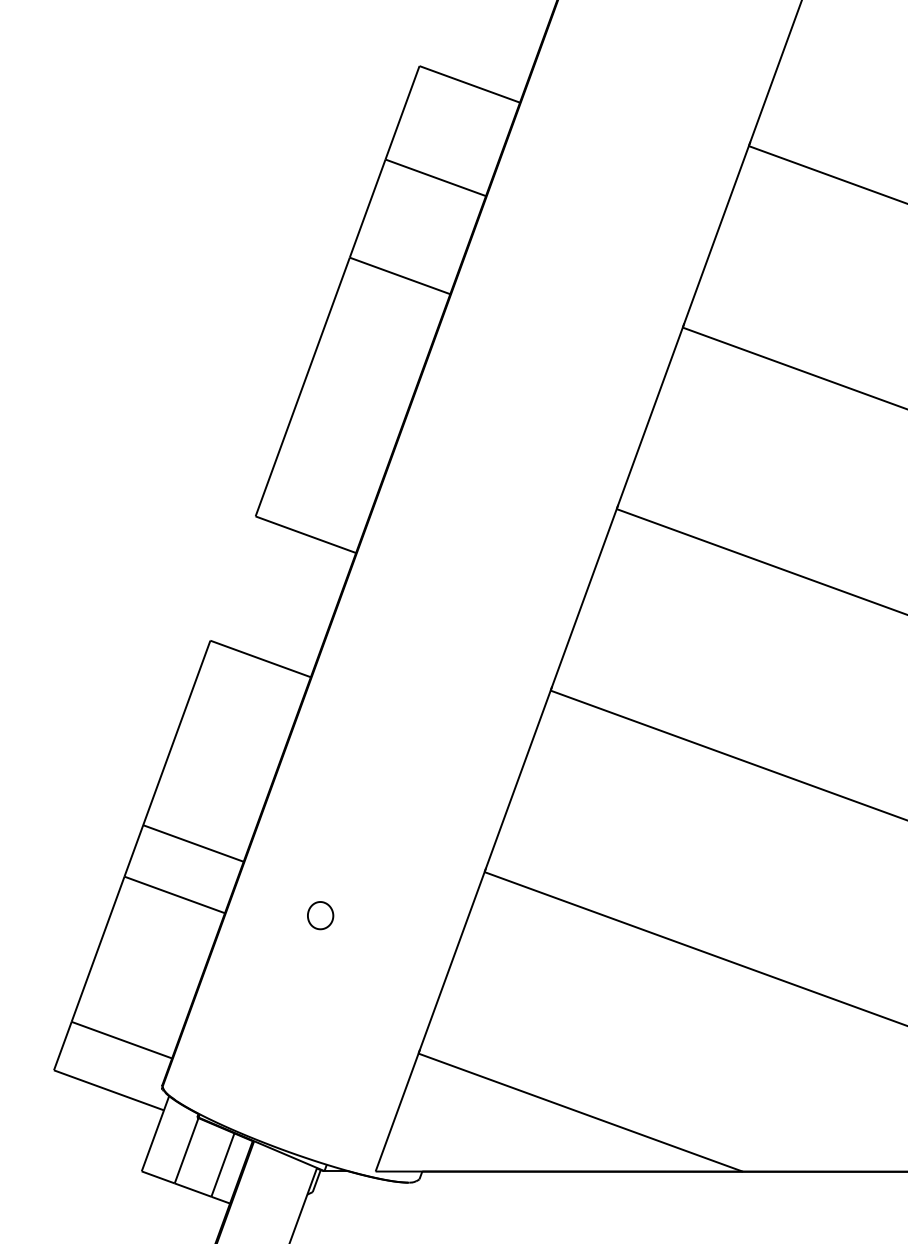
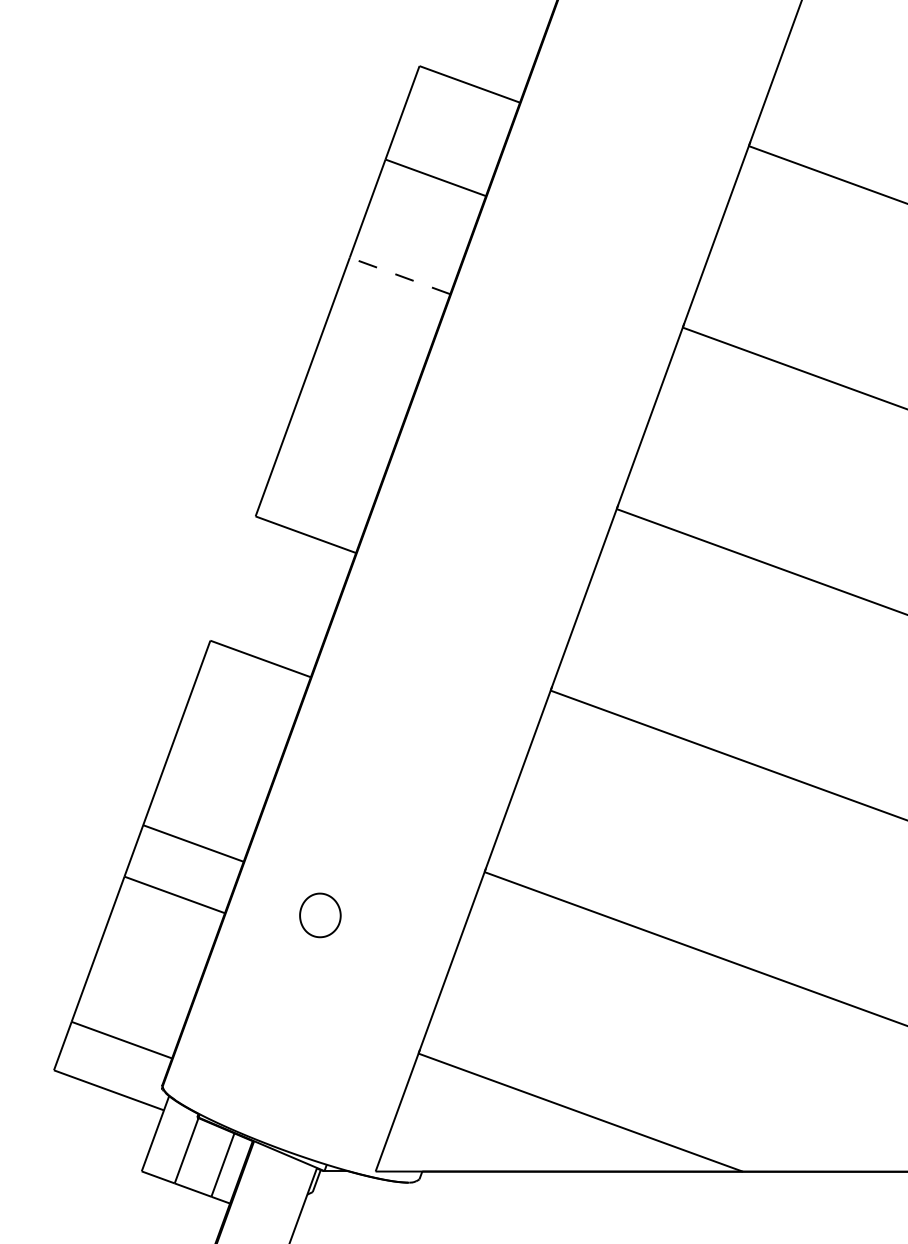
line at (399, 275): solid -> dashed
part at (320, 915) size: 28x30 px -> 43x47 px
